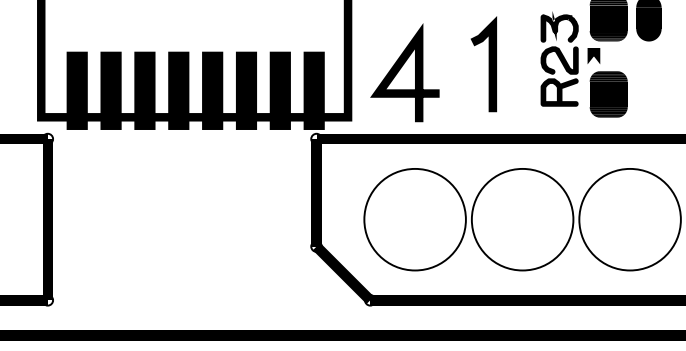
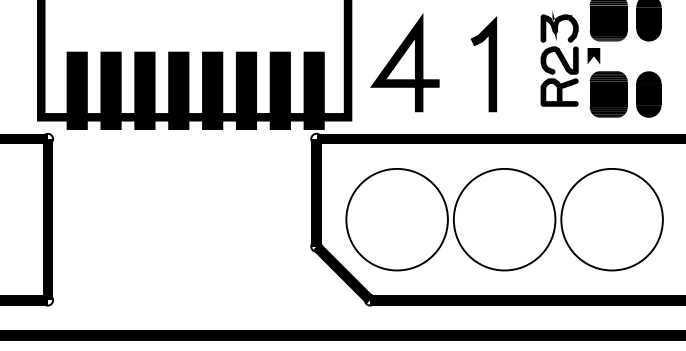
line at (401, 68) position: (401, 68) -> (401, 58)
part at (648, 94): none -> present
part at (522, 219) position: (522, 219) -> (504, 219)
